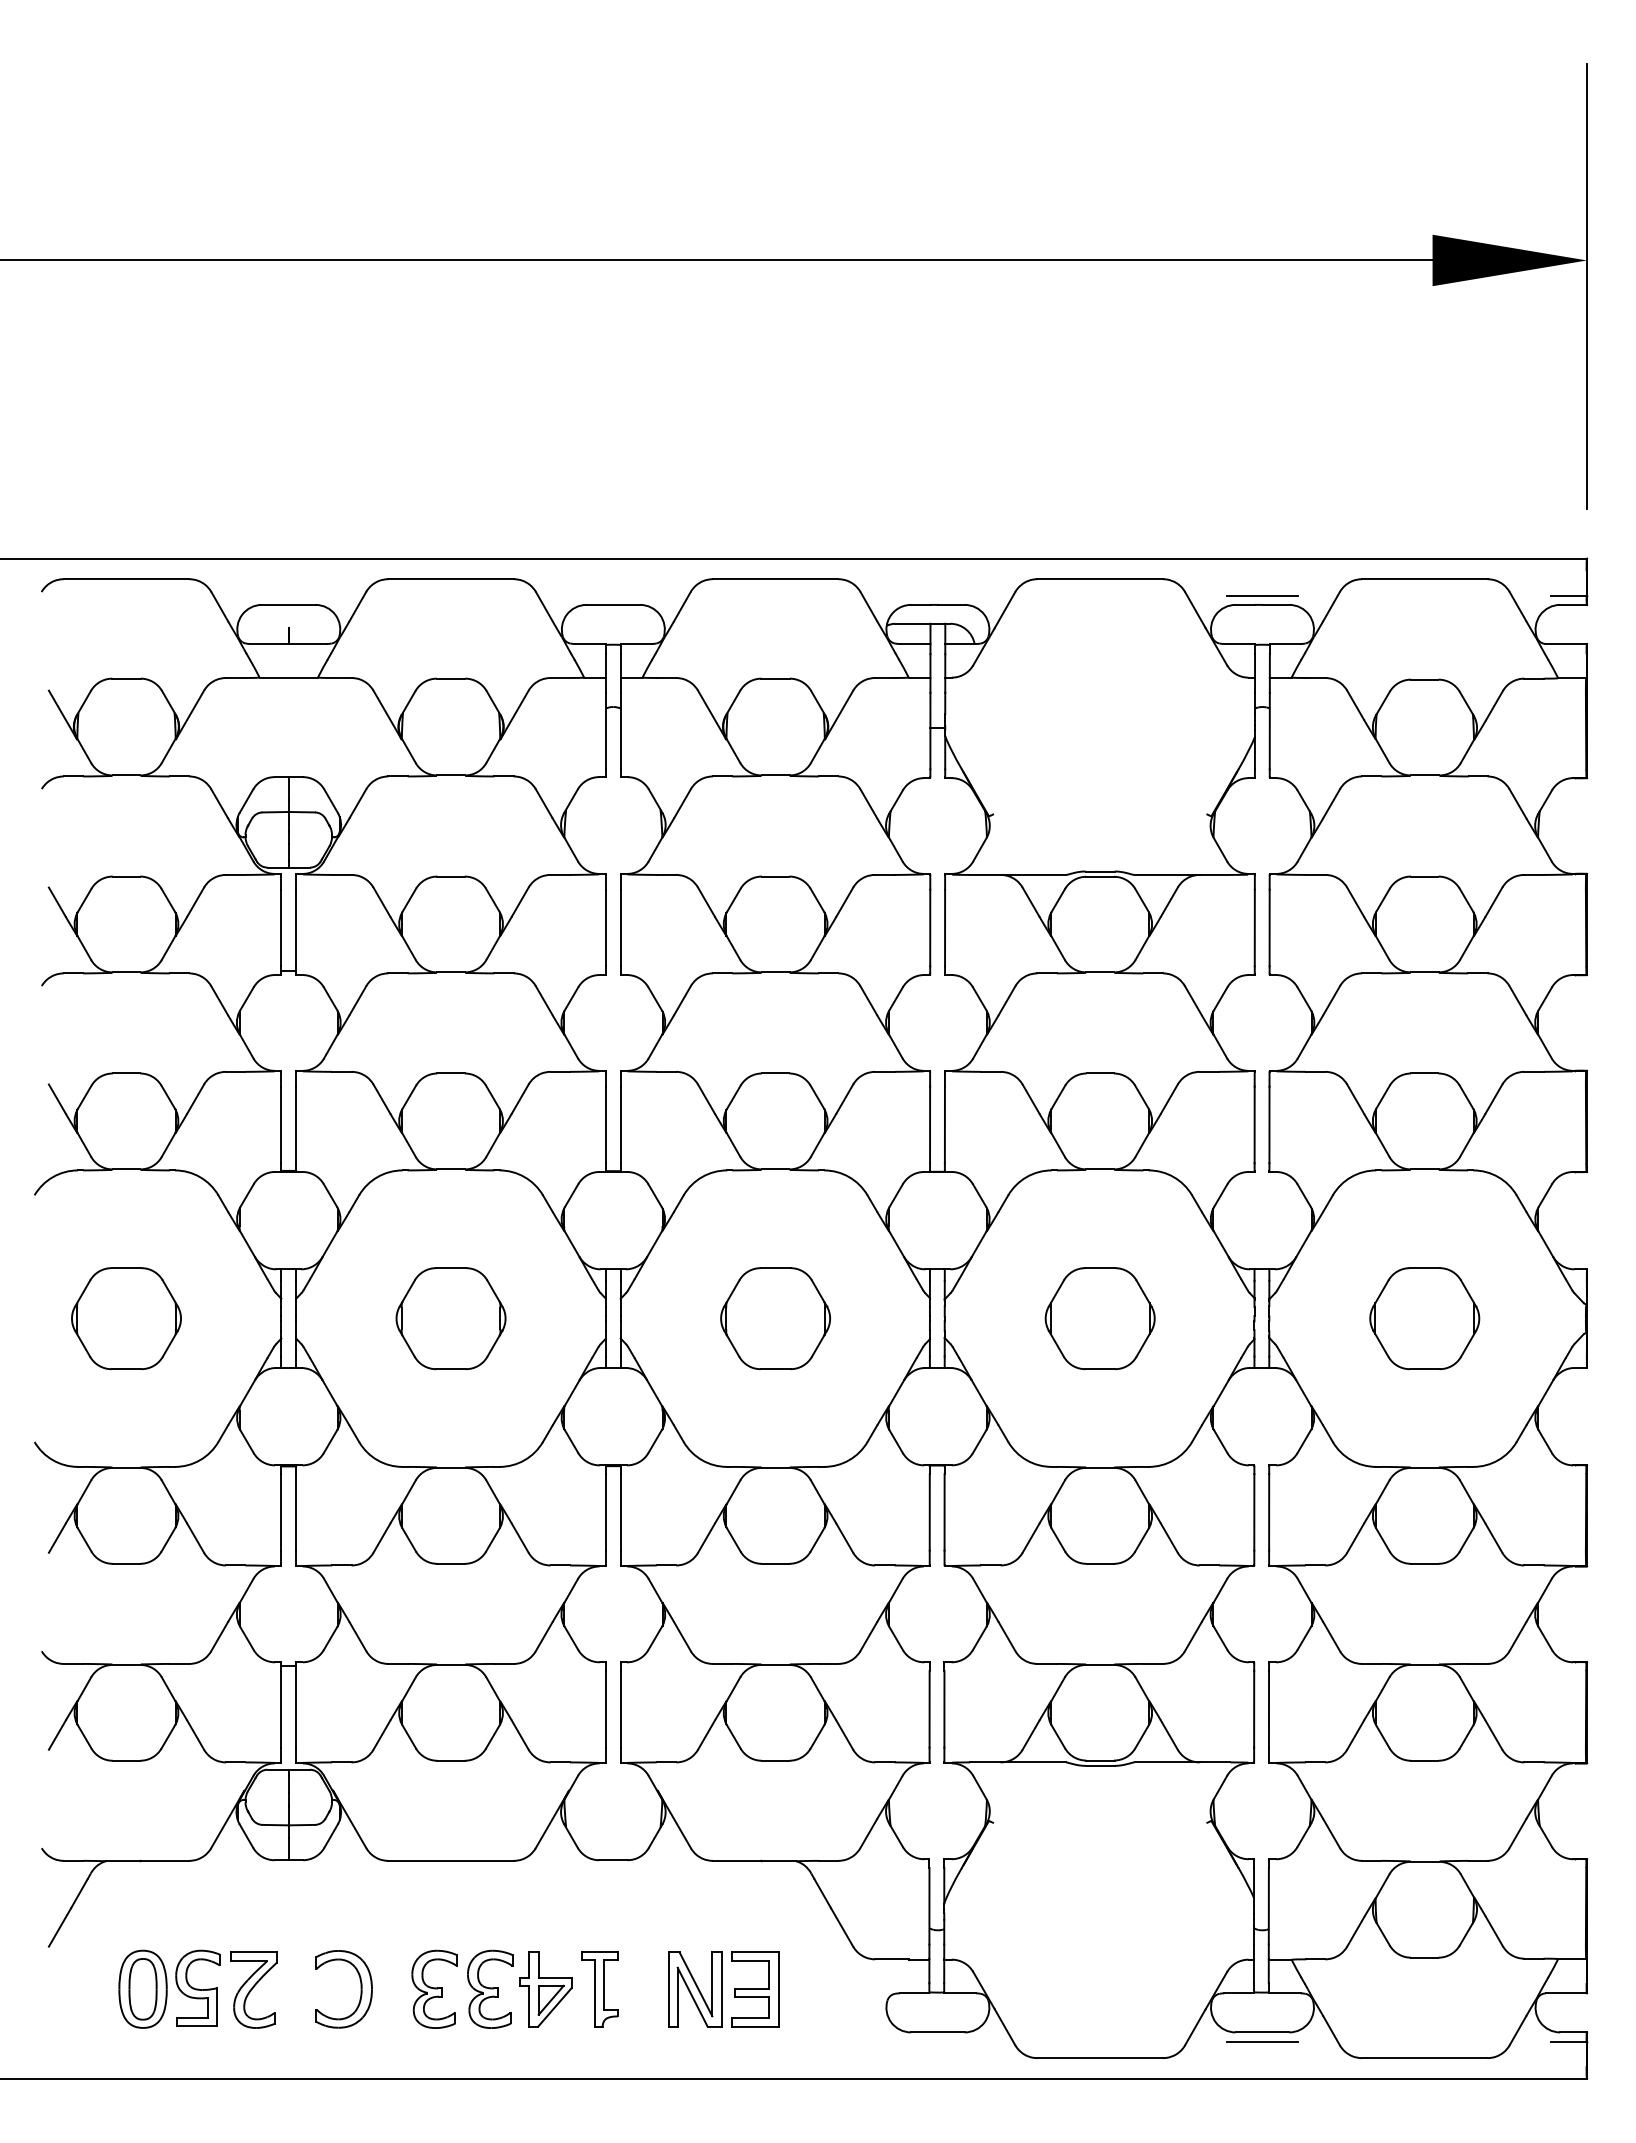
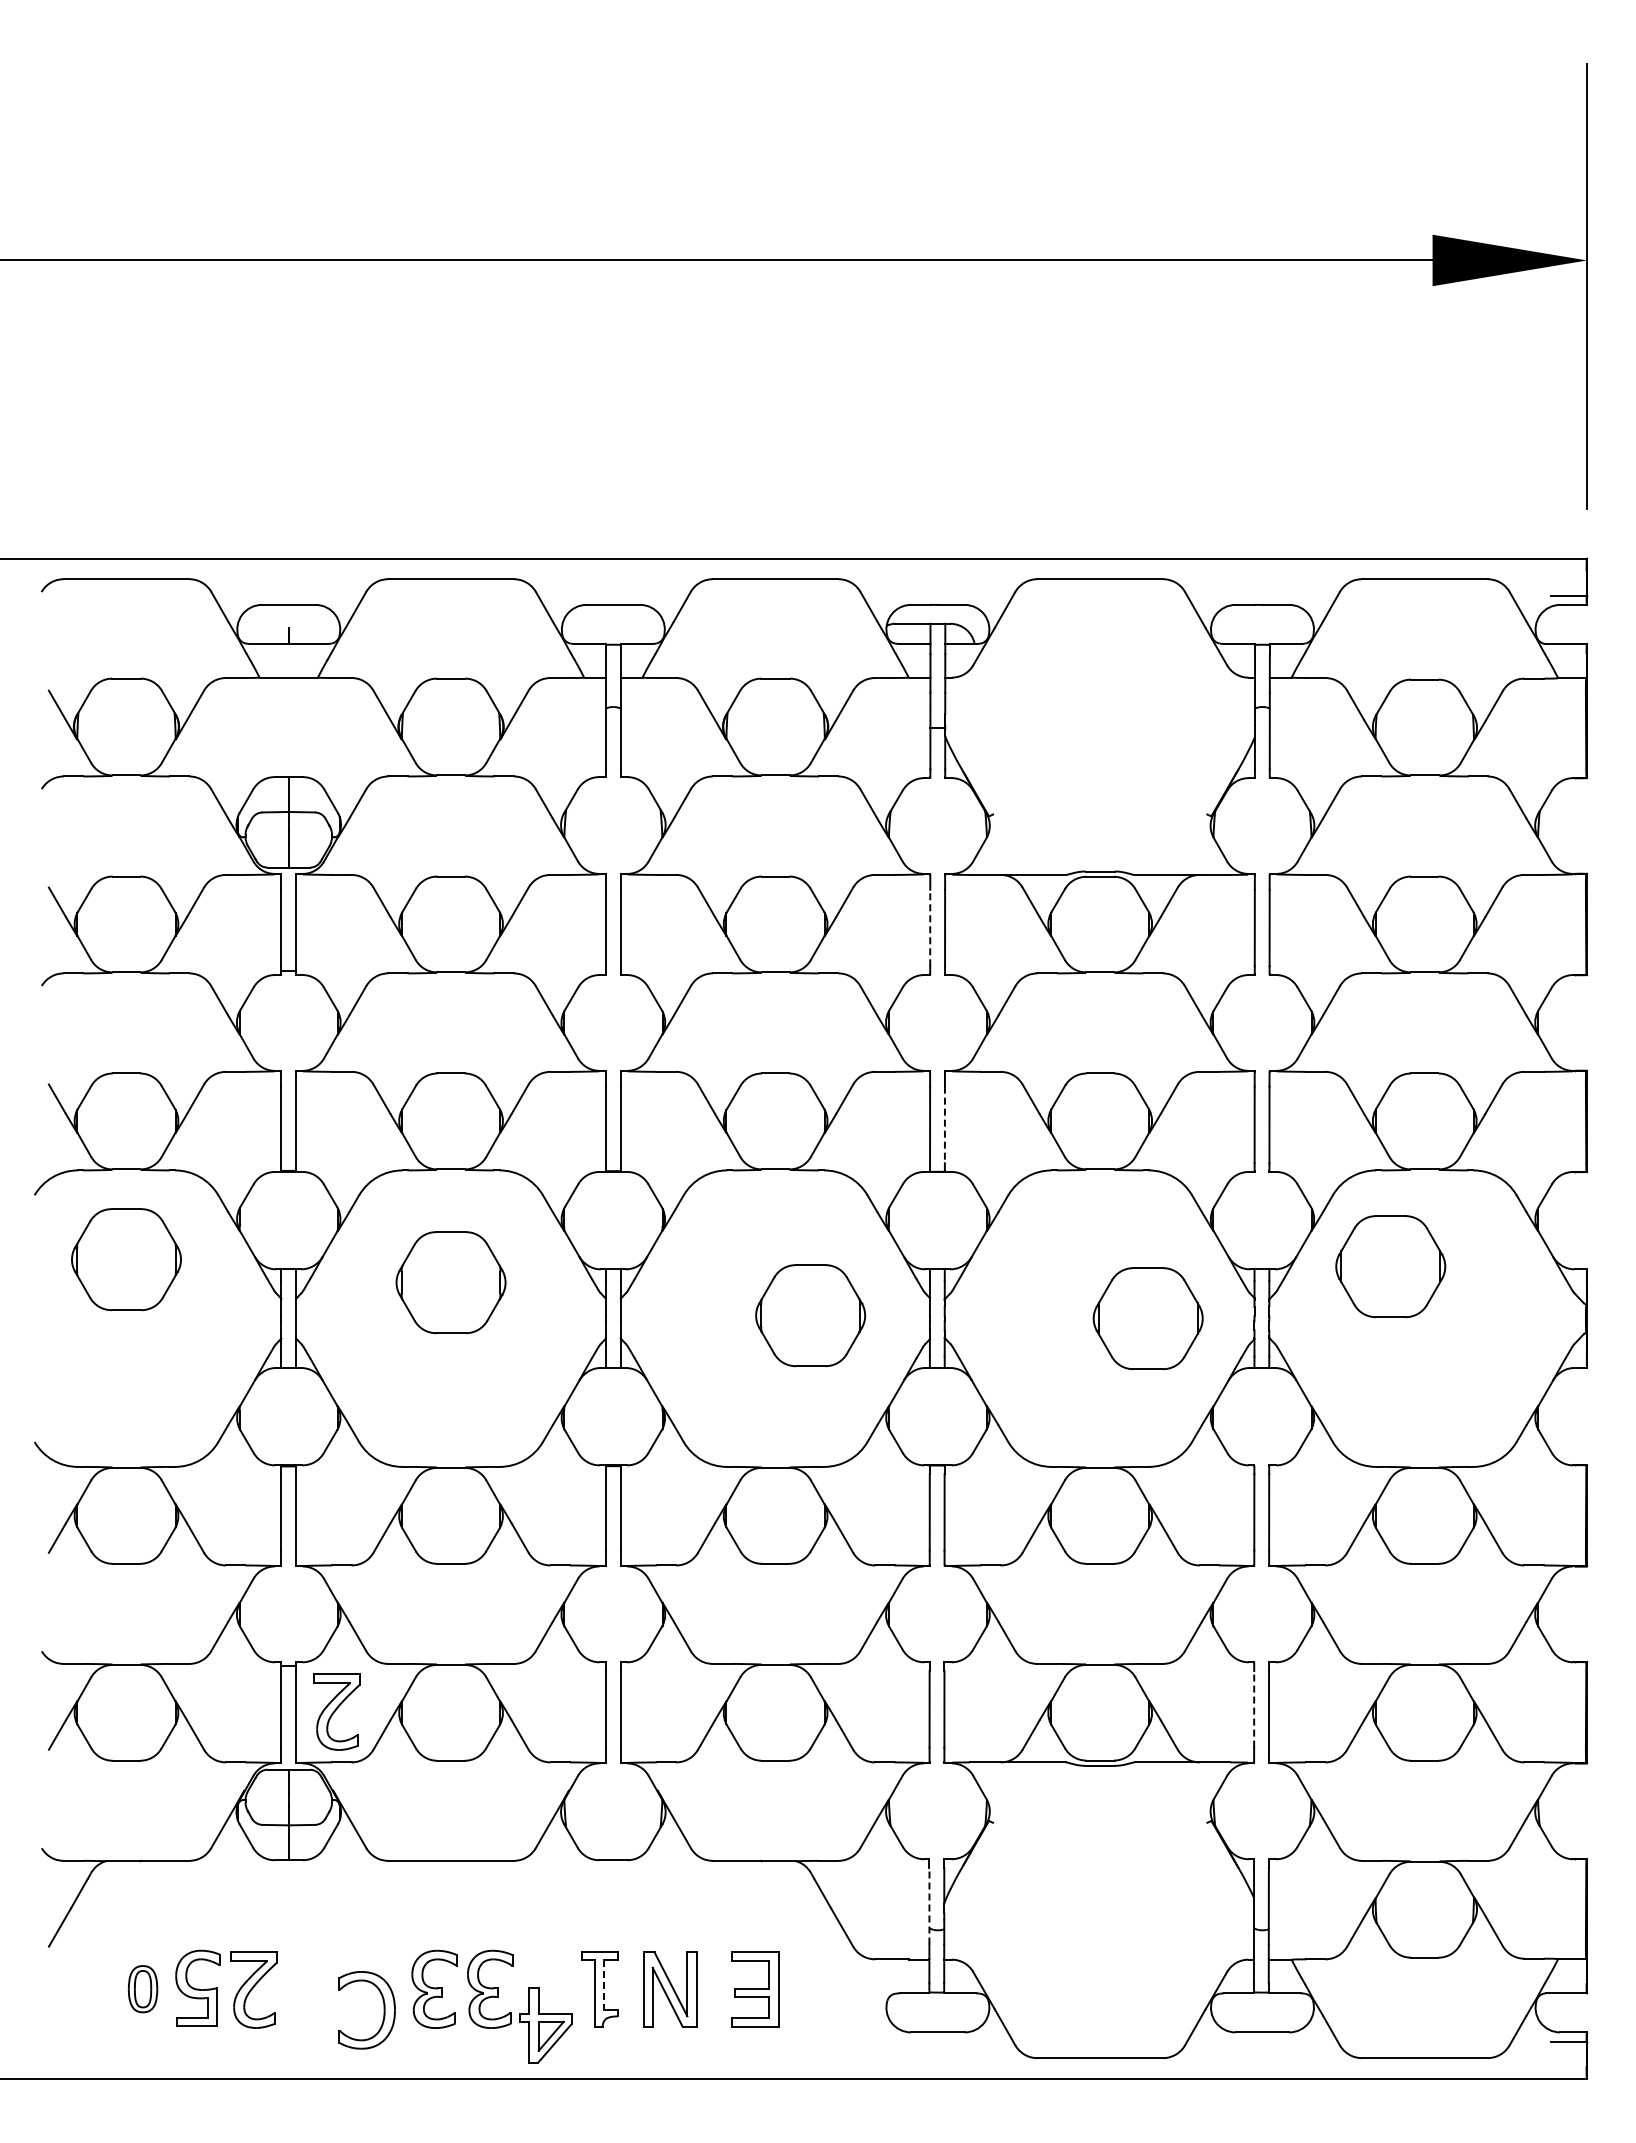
line at (1262, 595): present -> none
line at (930, 927): solid -> dashed
line at (944, 1125): solid -> dashed
part at (126, 1318) position: (126, 1318) -> (126, 1259)
part at (450, 1318) position: (450, 1318) -> (450, 1282)
part at (775, 1318) position: (775, 1318) -> (810, 1315)
part at (1099, 1318) position: (1099, 1318) -> (1147, 1318)
part at (1424, 1318) position: (1424, 1318) -> (1390, 1266)
line at (1254, 1708): solid -> dashed
part at (336, 1711): none -> present
line at (929, 1905): solid -> dashed
line at (604, 1984): solid -> dashed
part at (142, 1988) size: 50x80 px -> 32x49 px
part at (360, 1989) position: (360, 1989) -> (383, 2010)
part at (545, 1989) position: (545, 1989) -> (545, 2025)
part at (695, 1989) position: (695, 1989) -> (670, 1989)
line at (1262, 2041): present -> none
